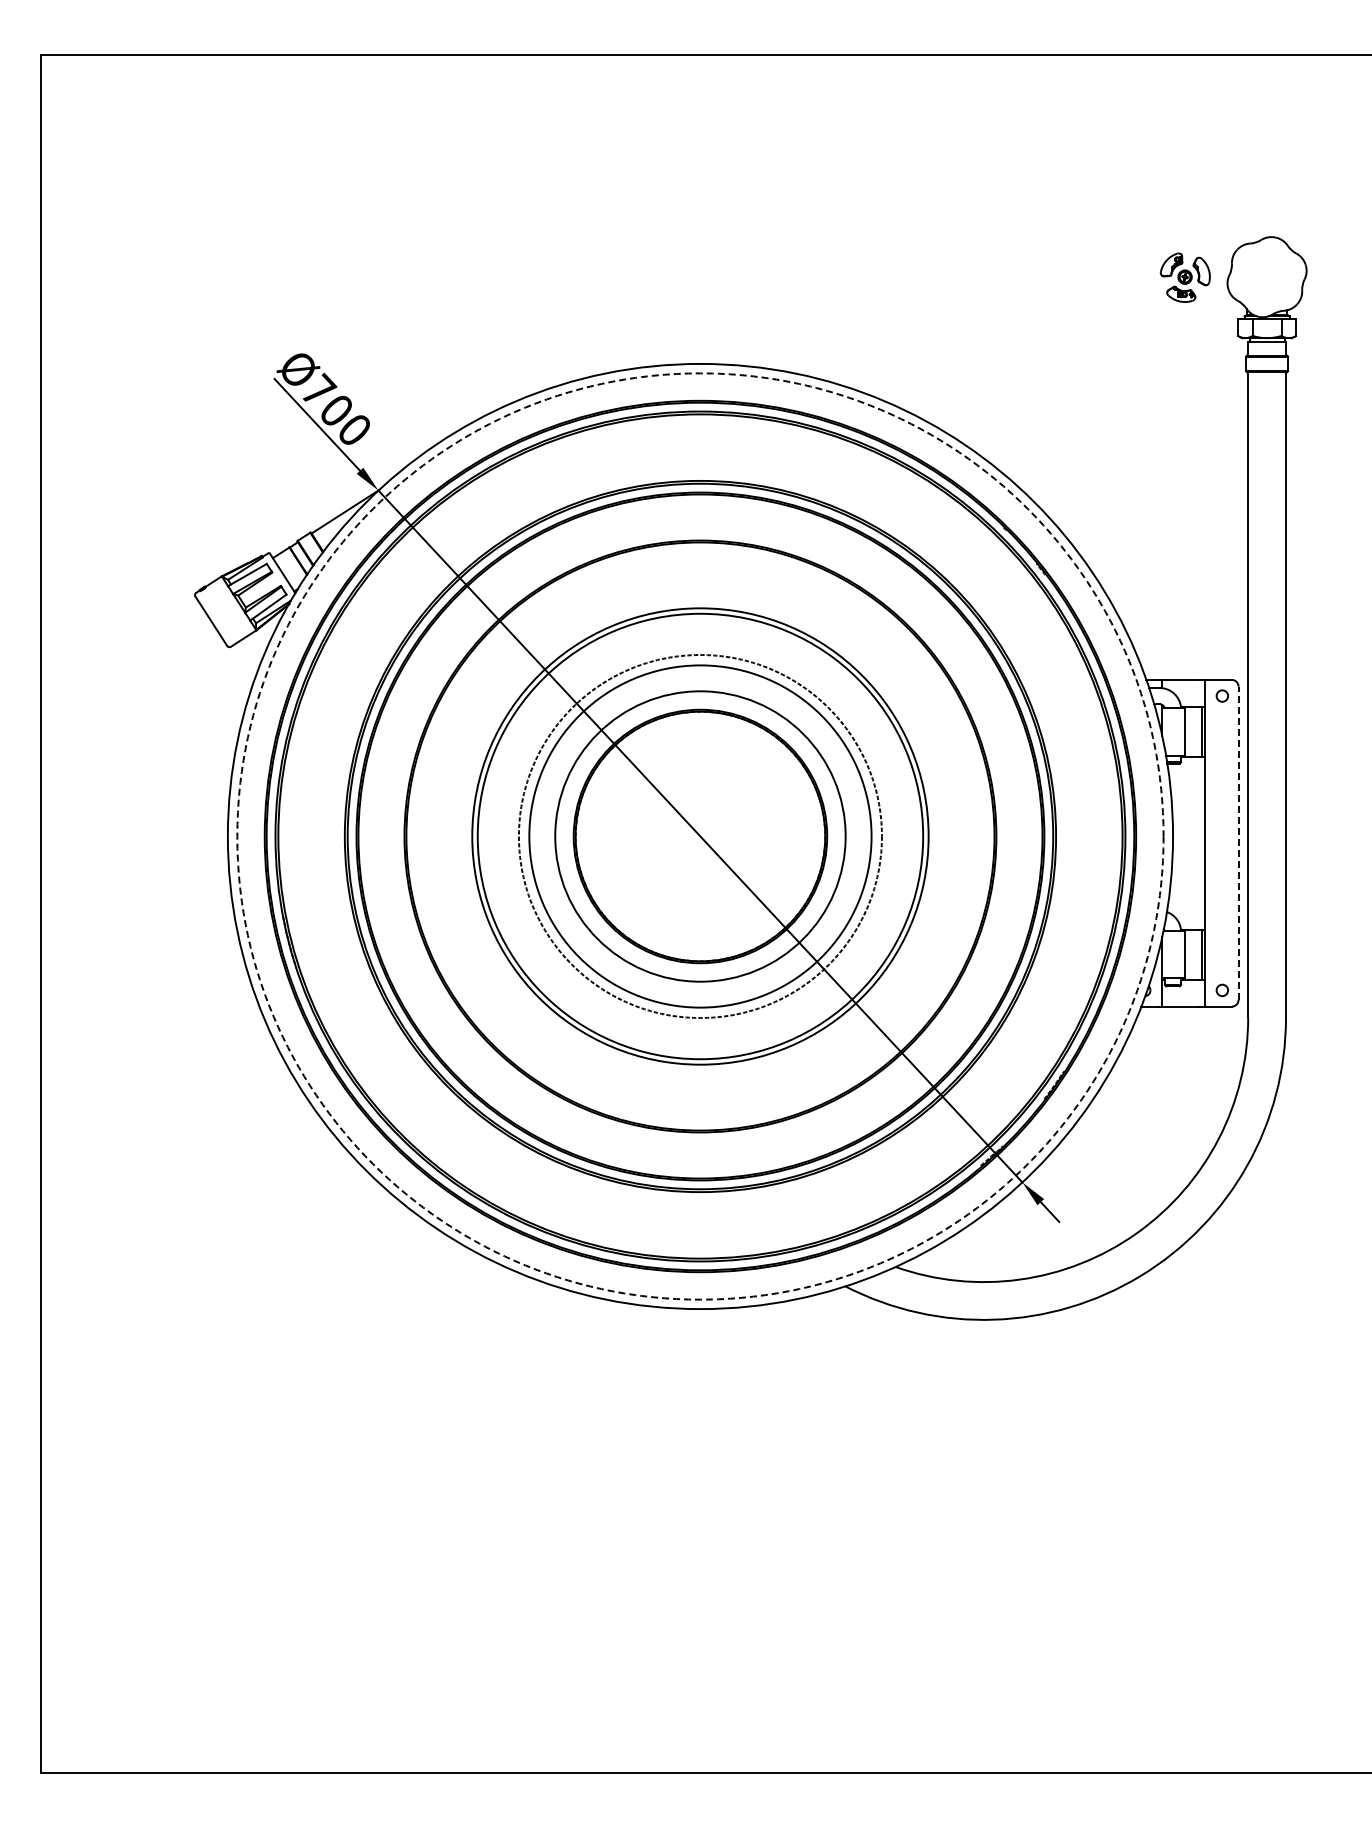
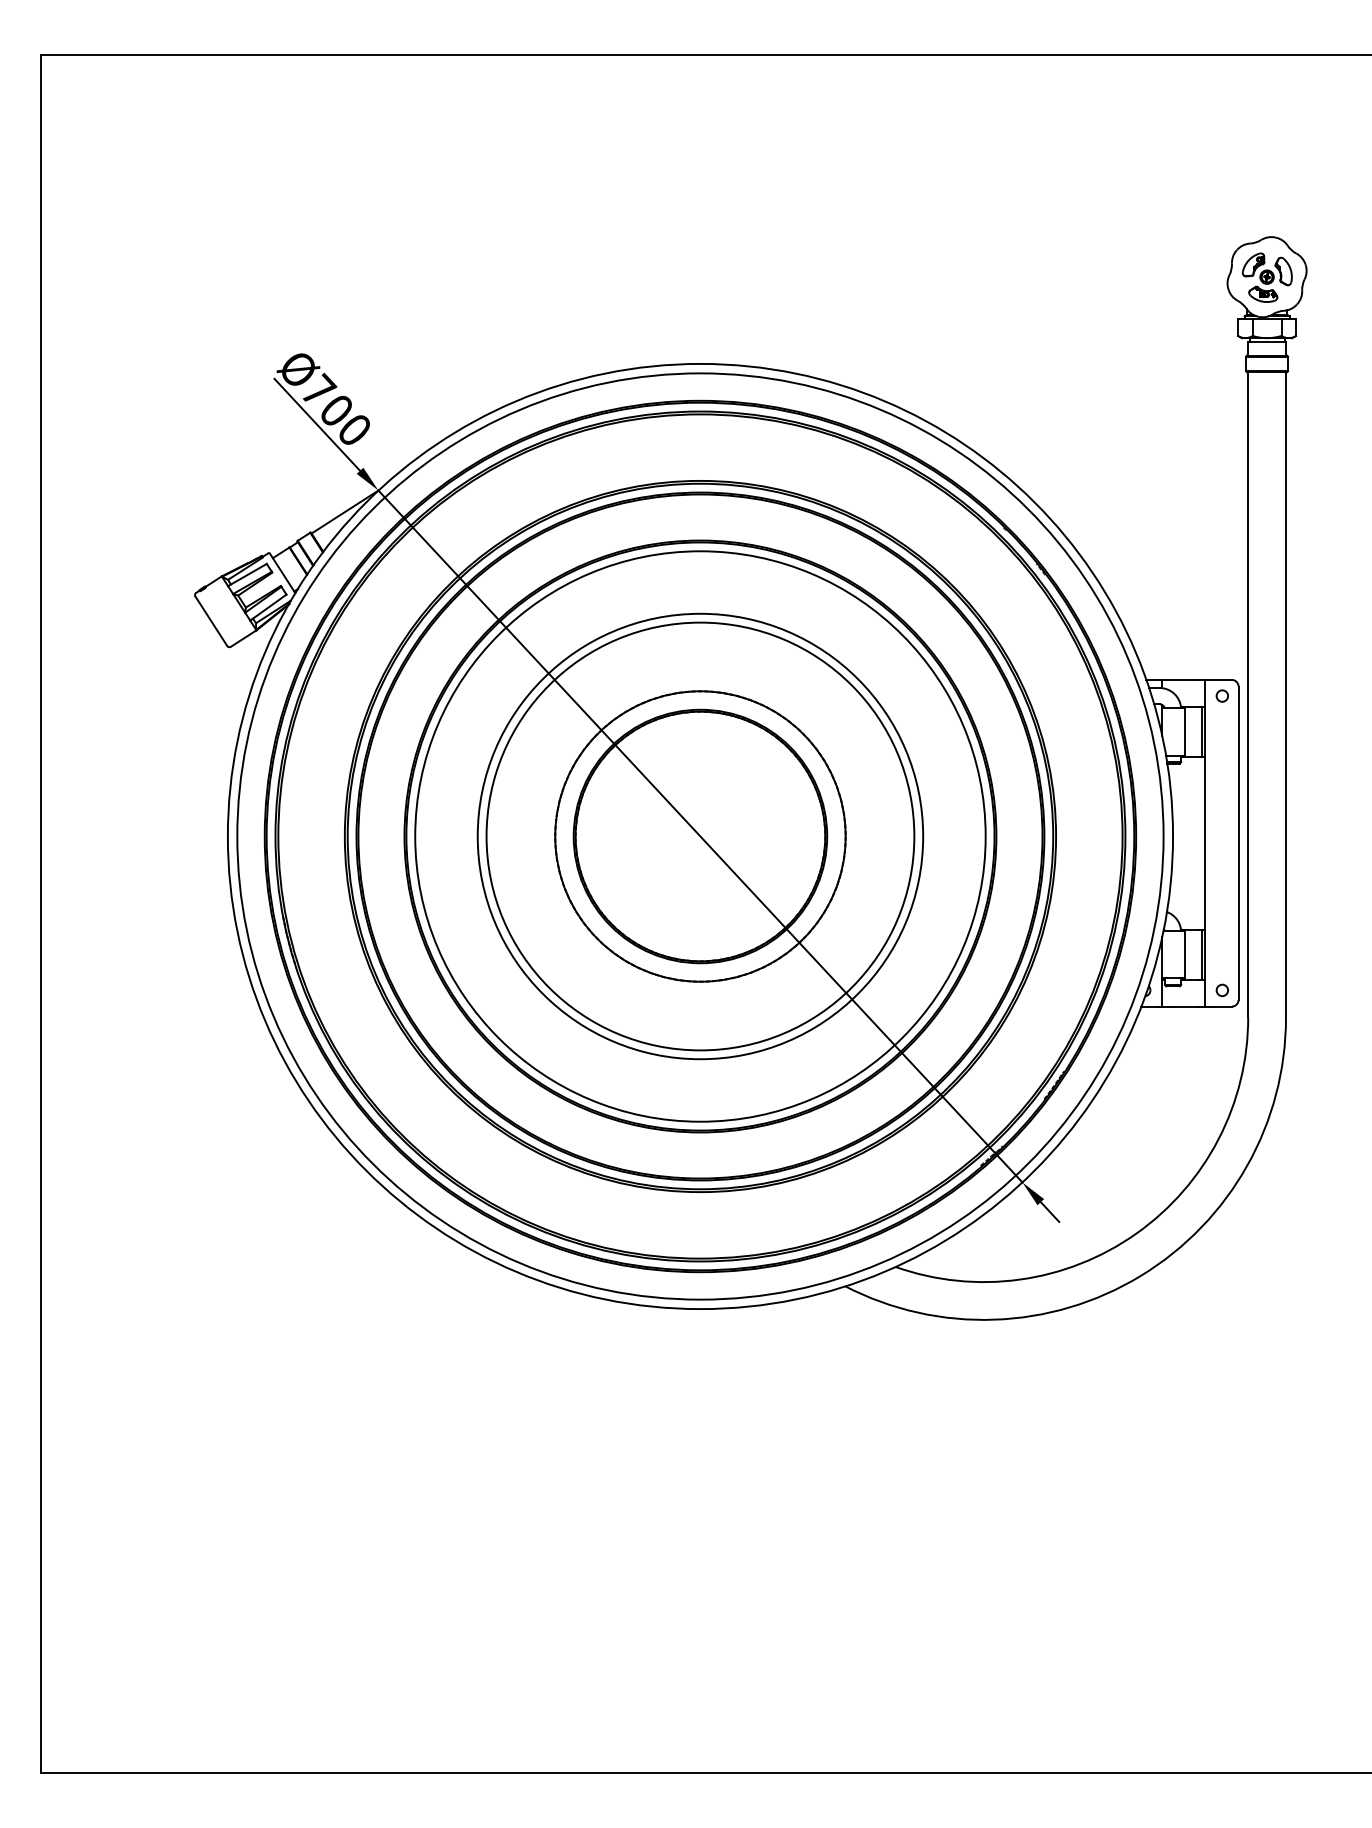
part at (1184, 277) position: (1184, 277) -> (1266, 277)
circle at (699, 836) diameter: 363 px -> 290 px
circle at (700, 836) diameter: 342 px -> 428 px
circle at (700, 836) diameter: 456 px -> 570 px
circle at (700, 836): dashed -> solid
line at (1238, 843): dashed -> solid
